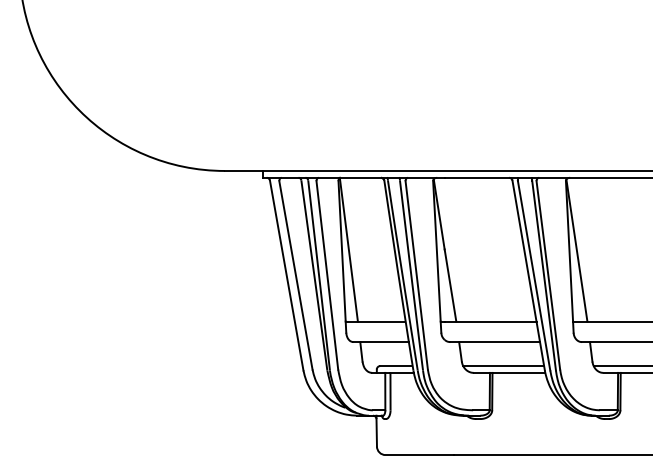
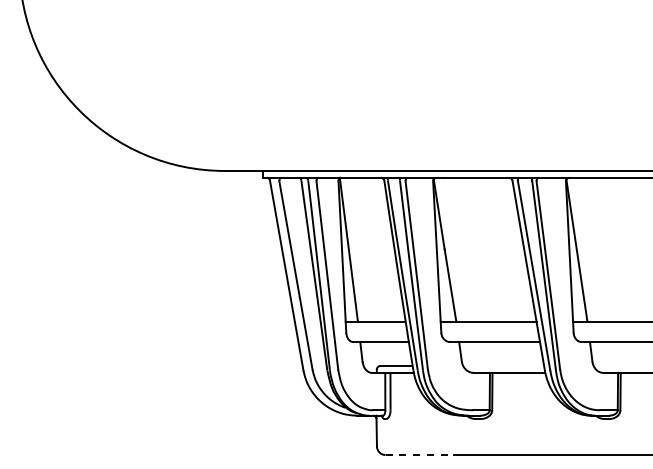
line at (503, 366): present -> none
line at (621, 366): present -> none
line at (420, 455): solid -> dashed
